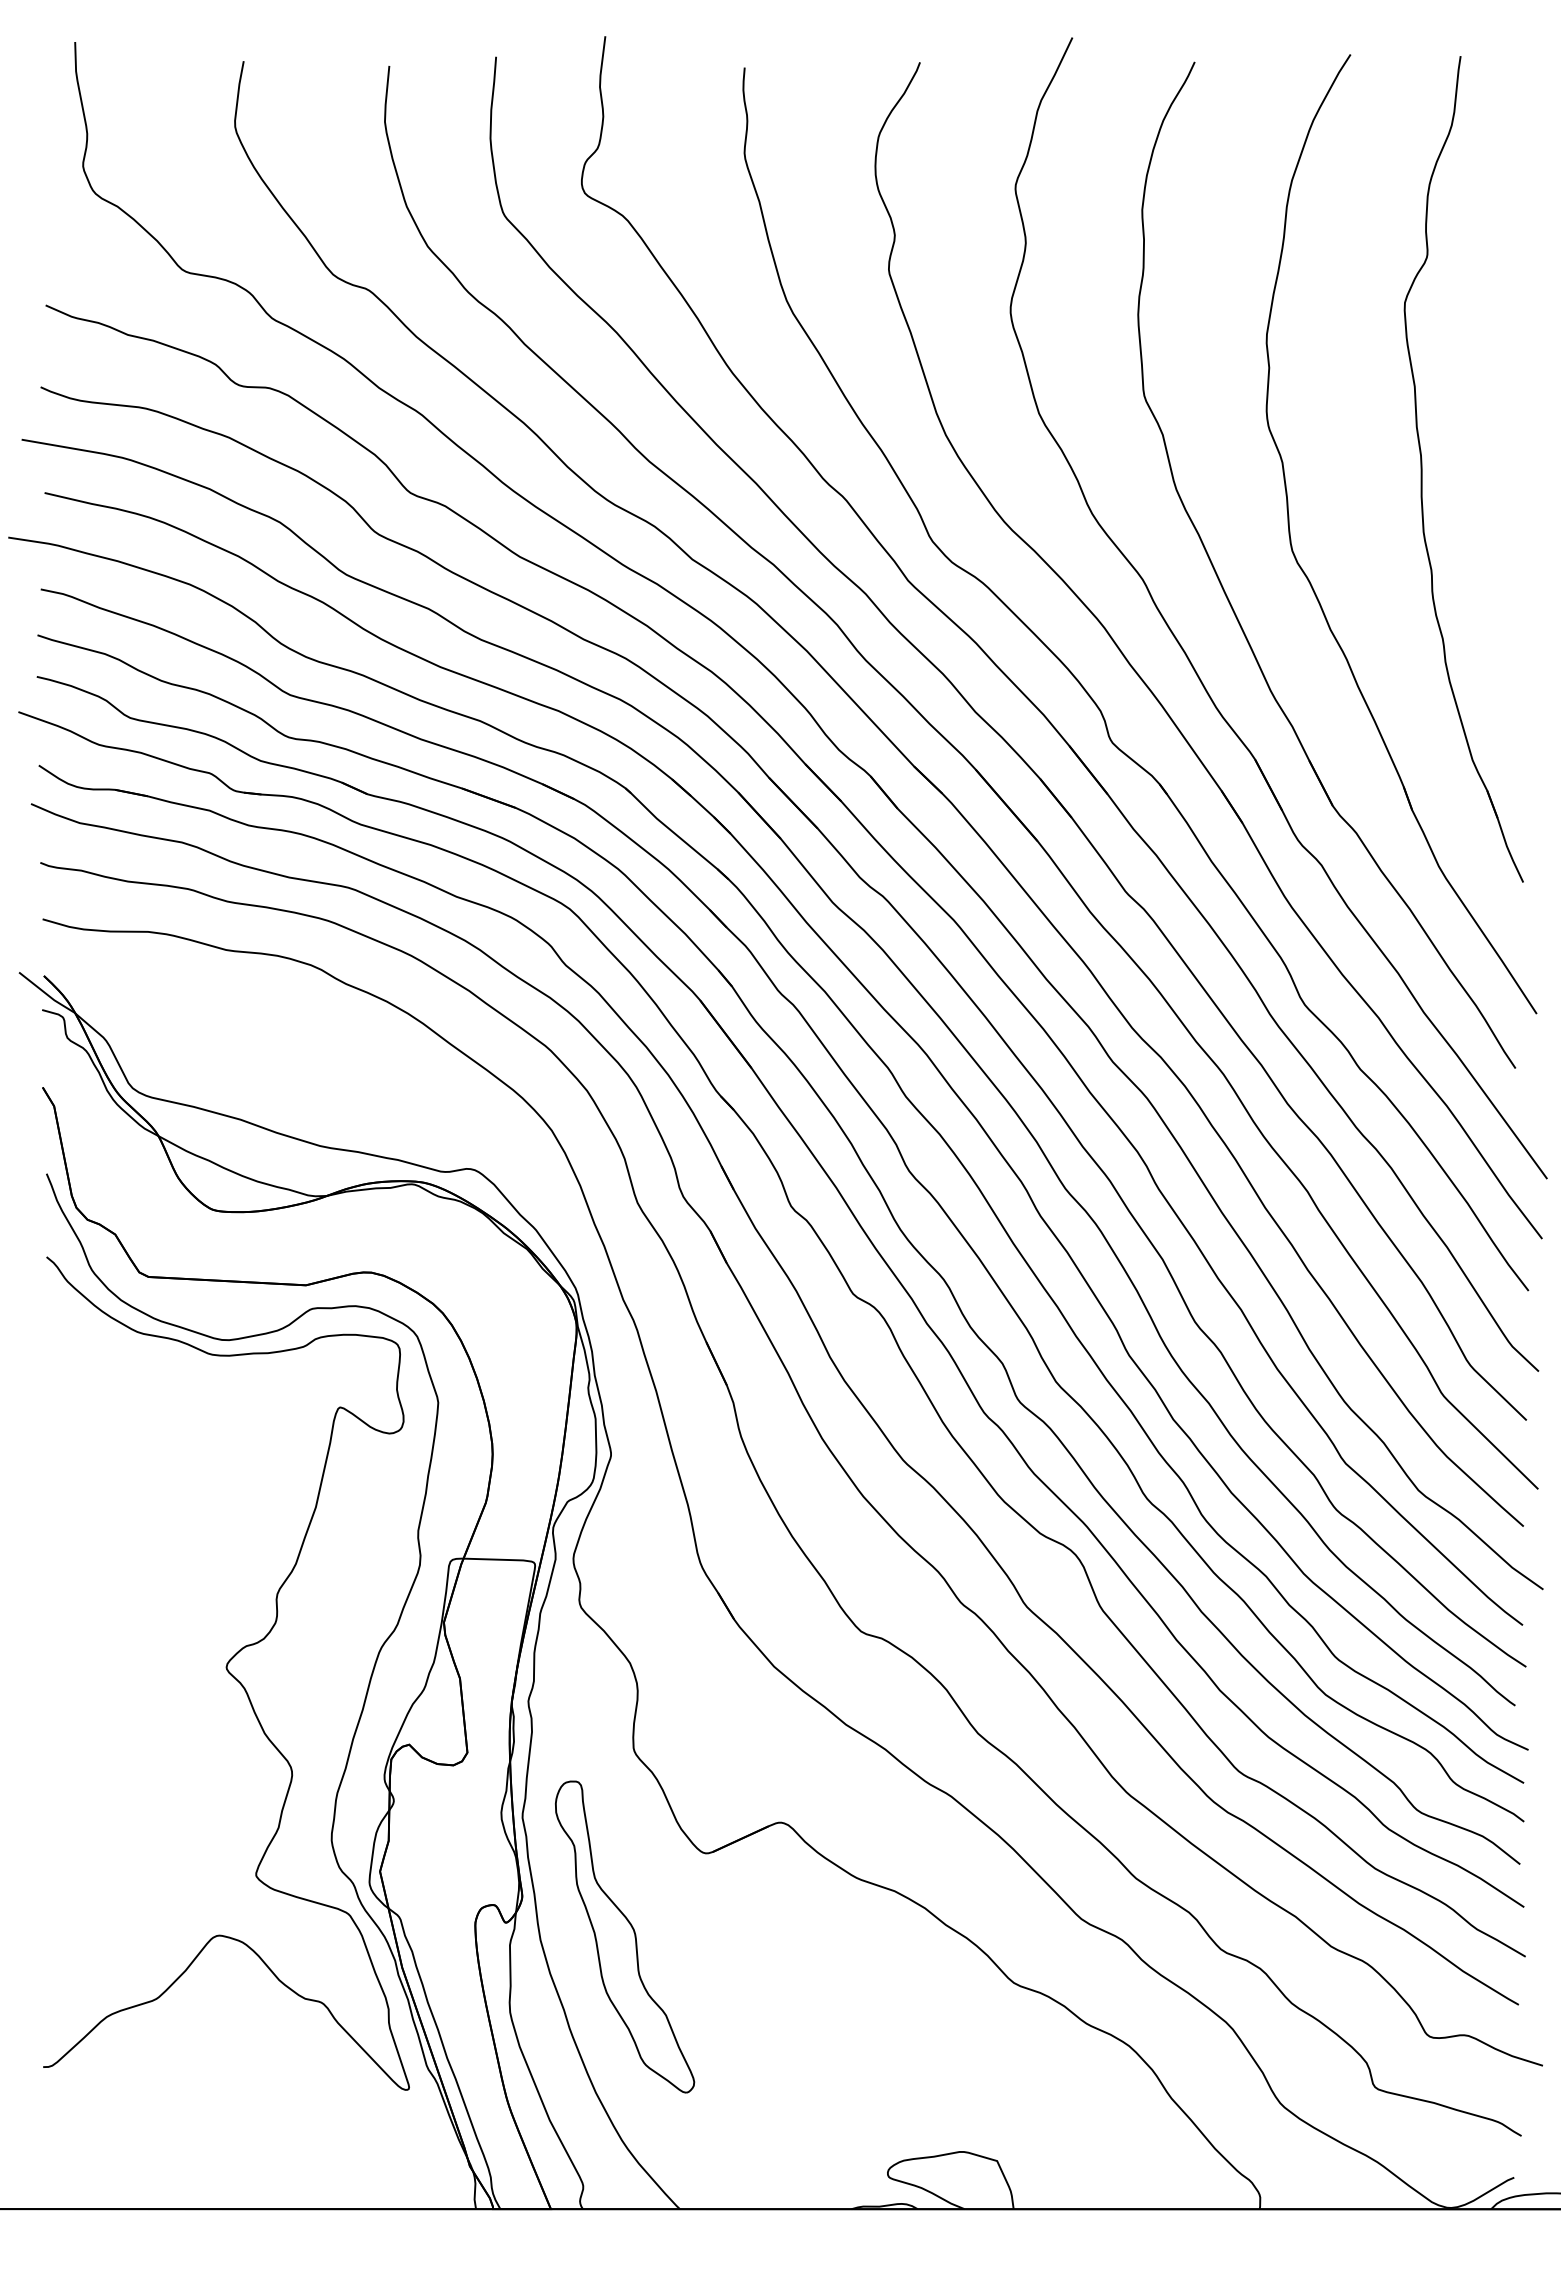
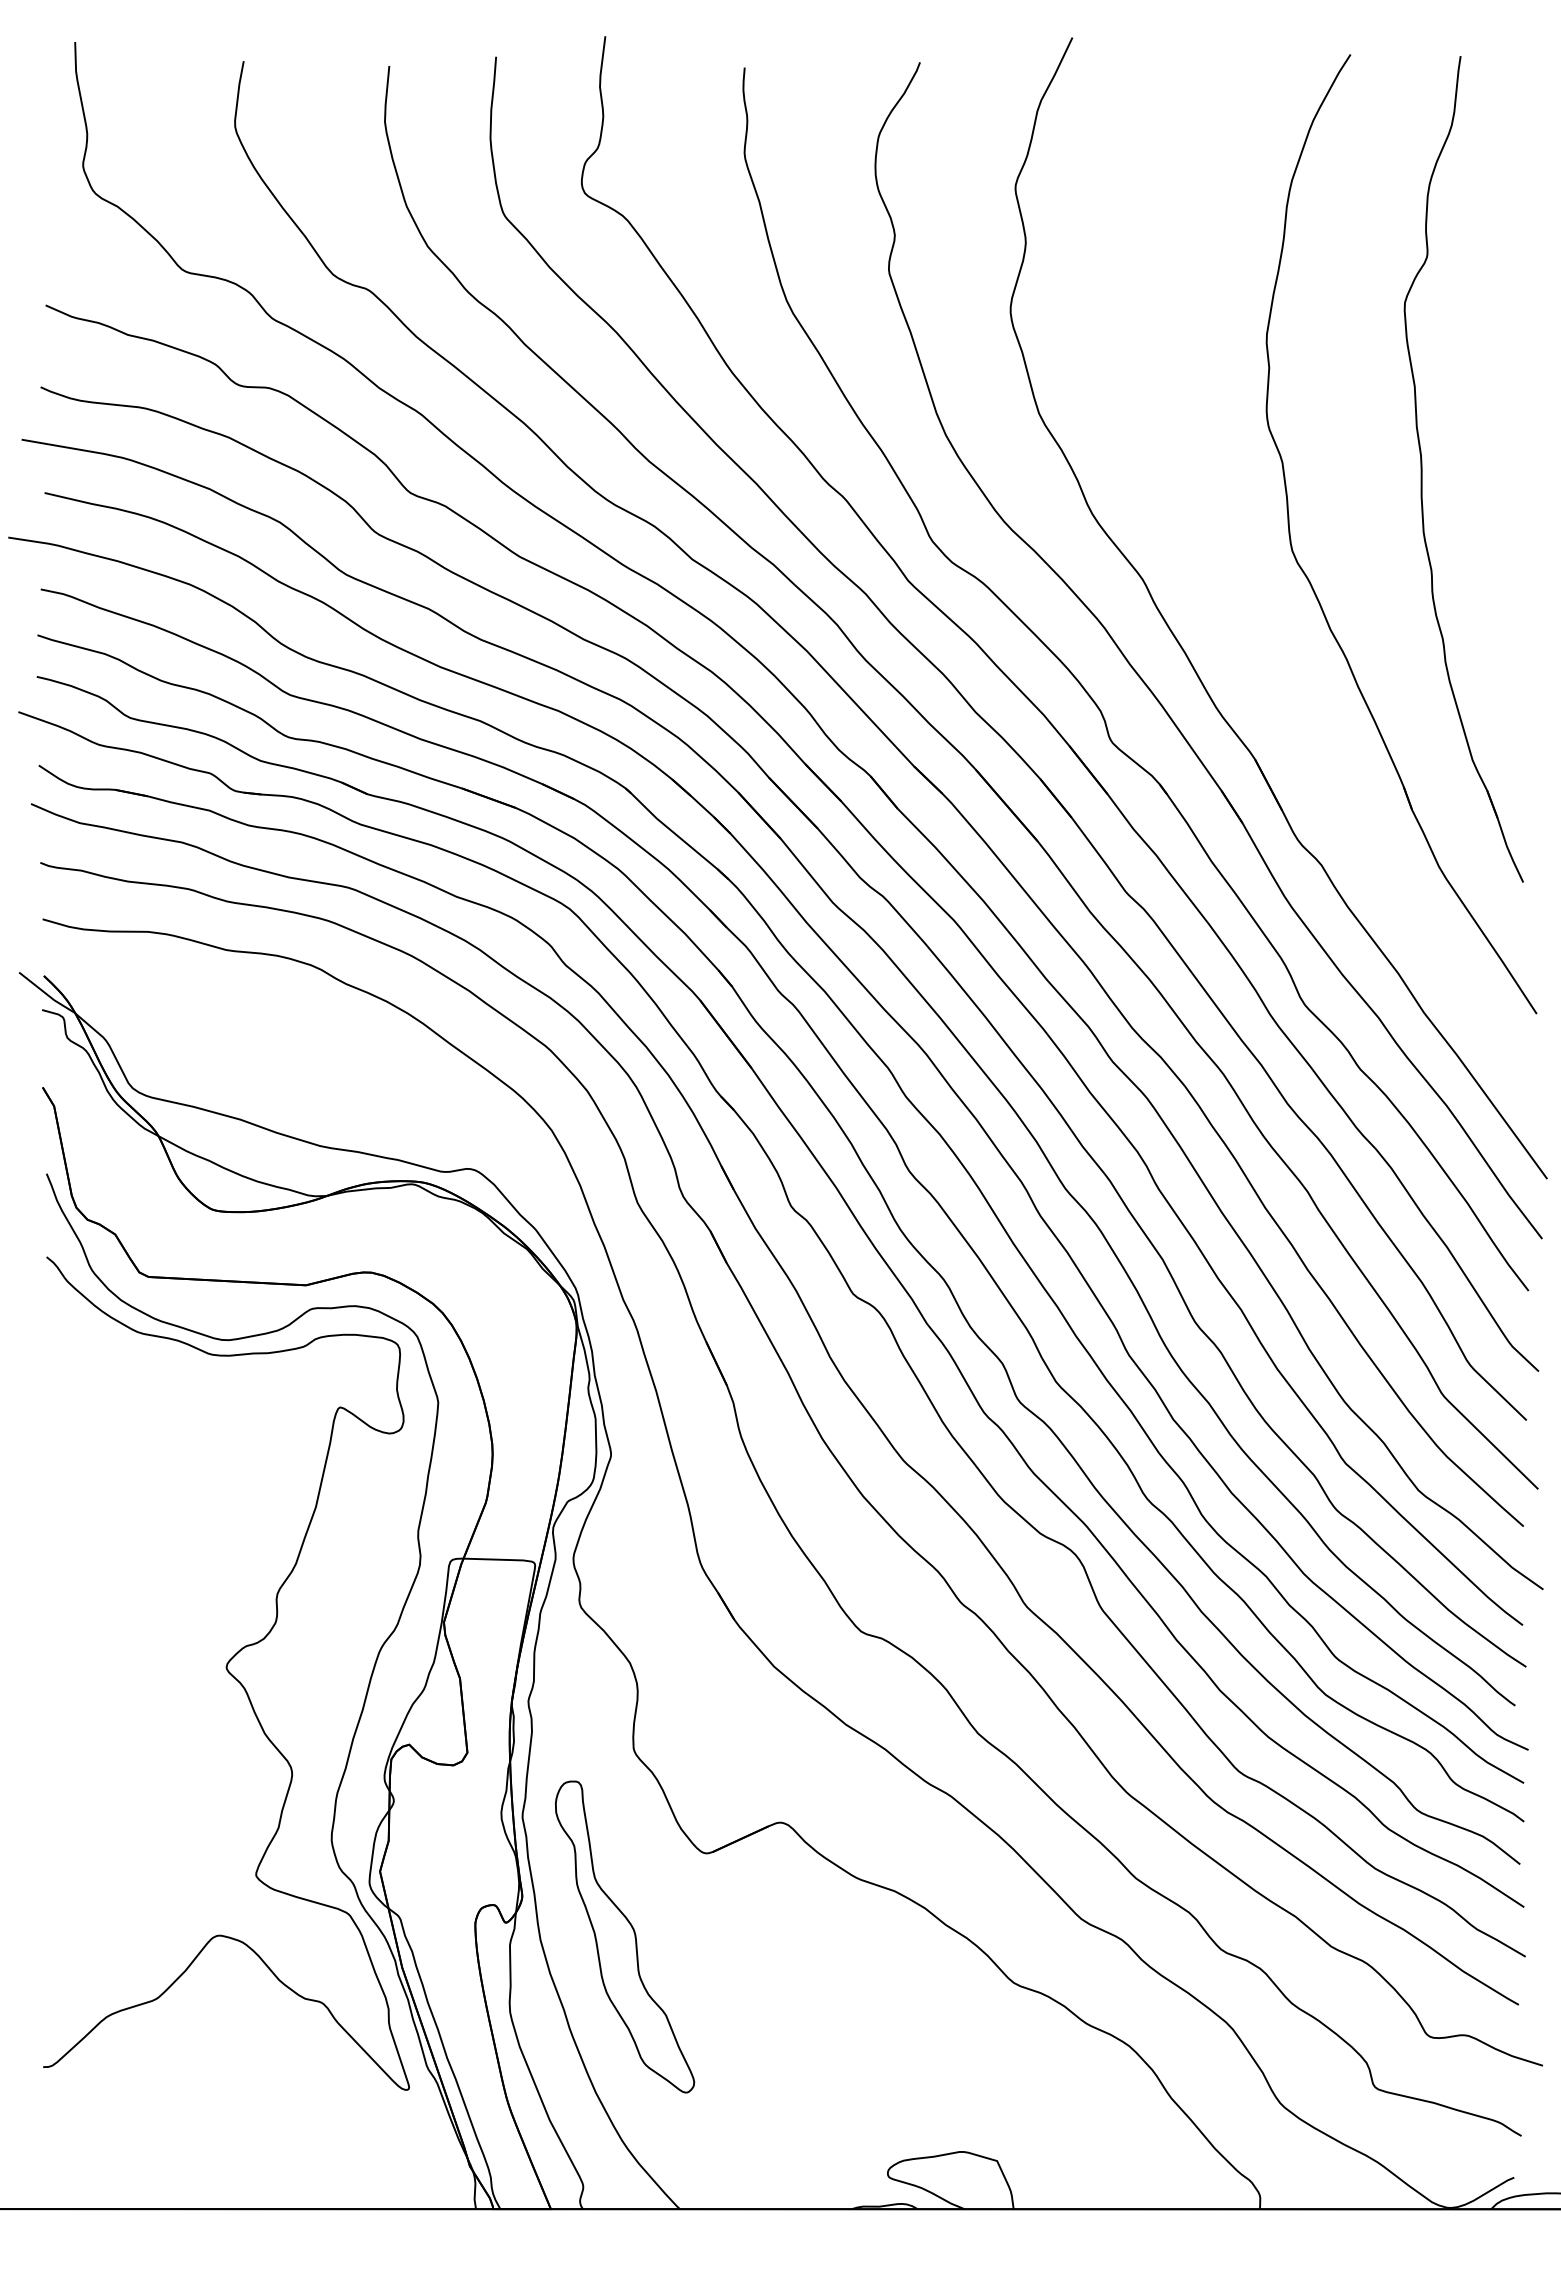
part at (1234, 610): present -> none
